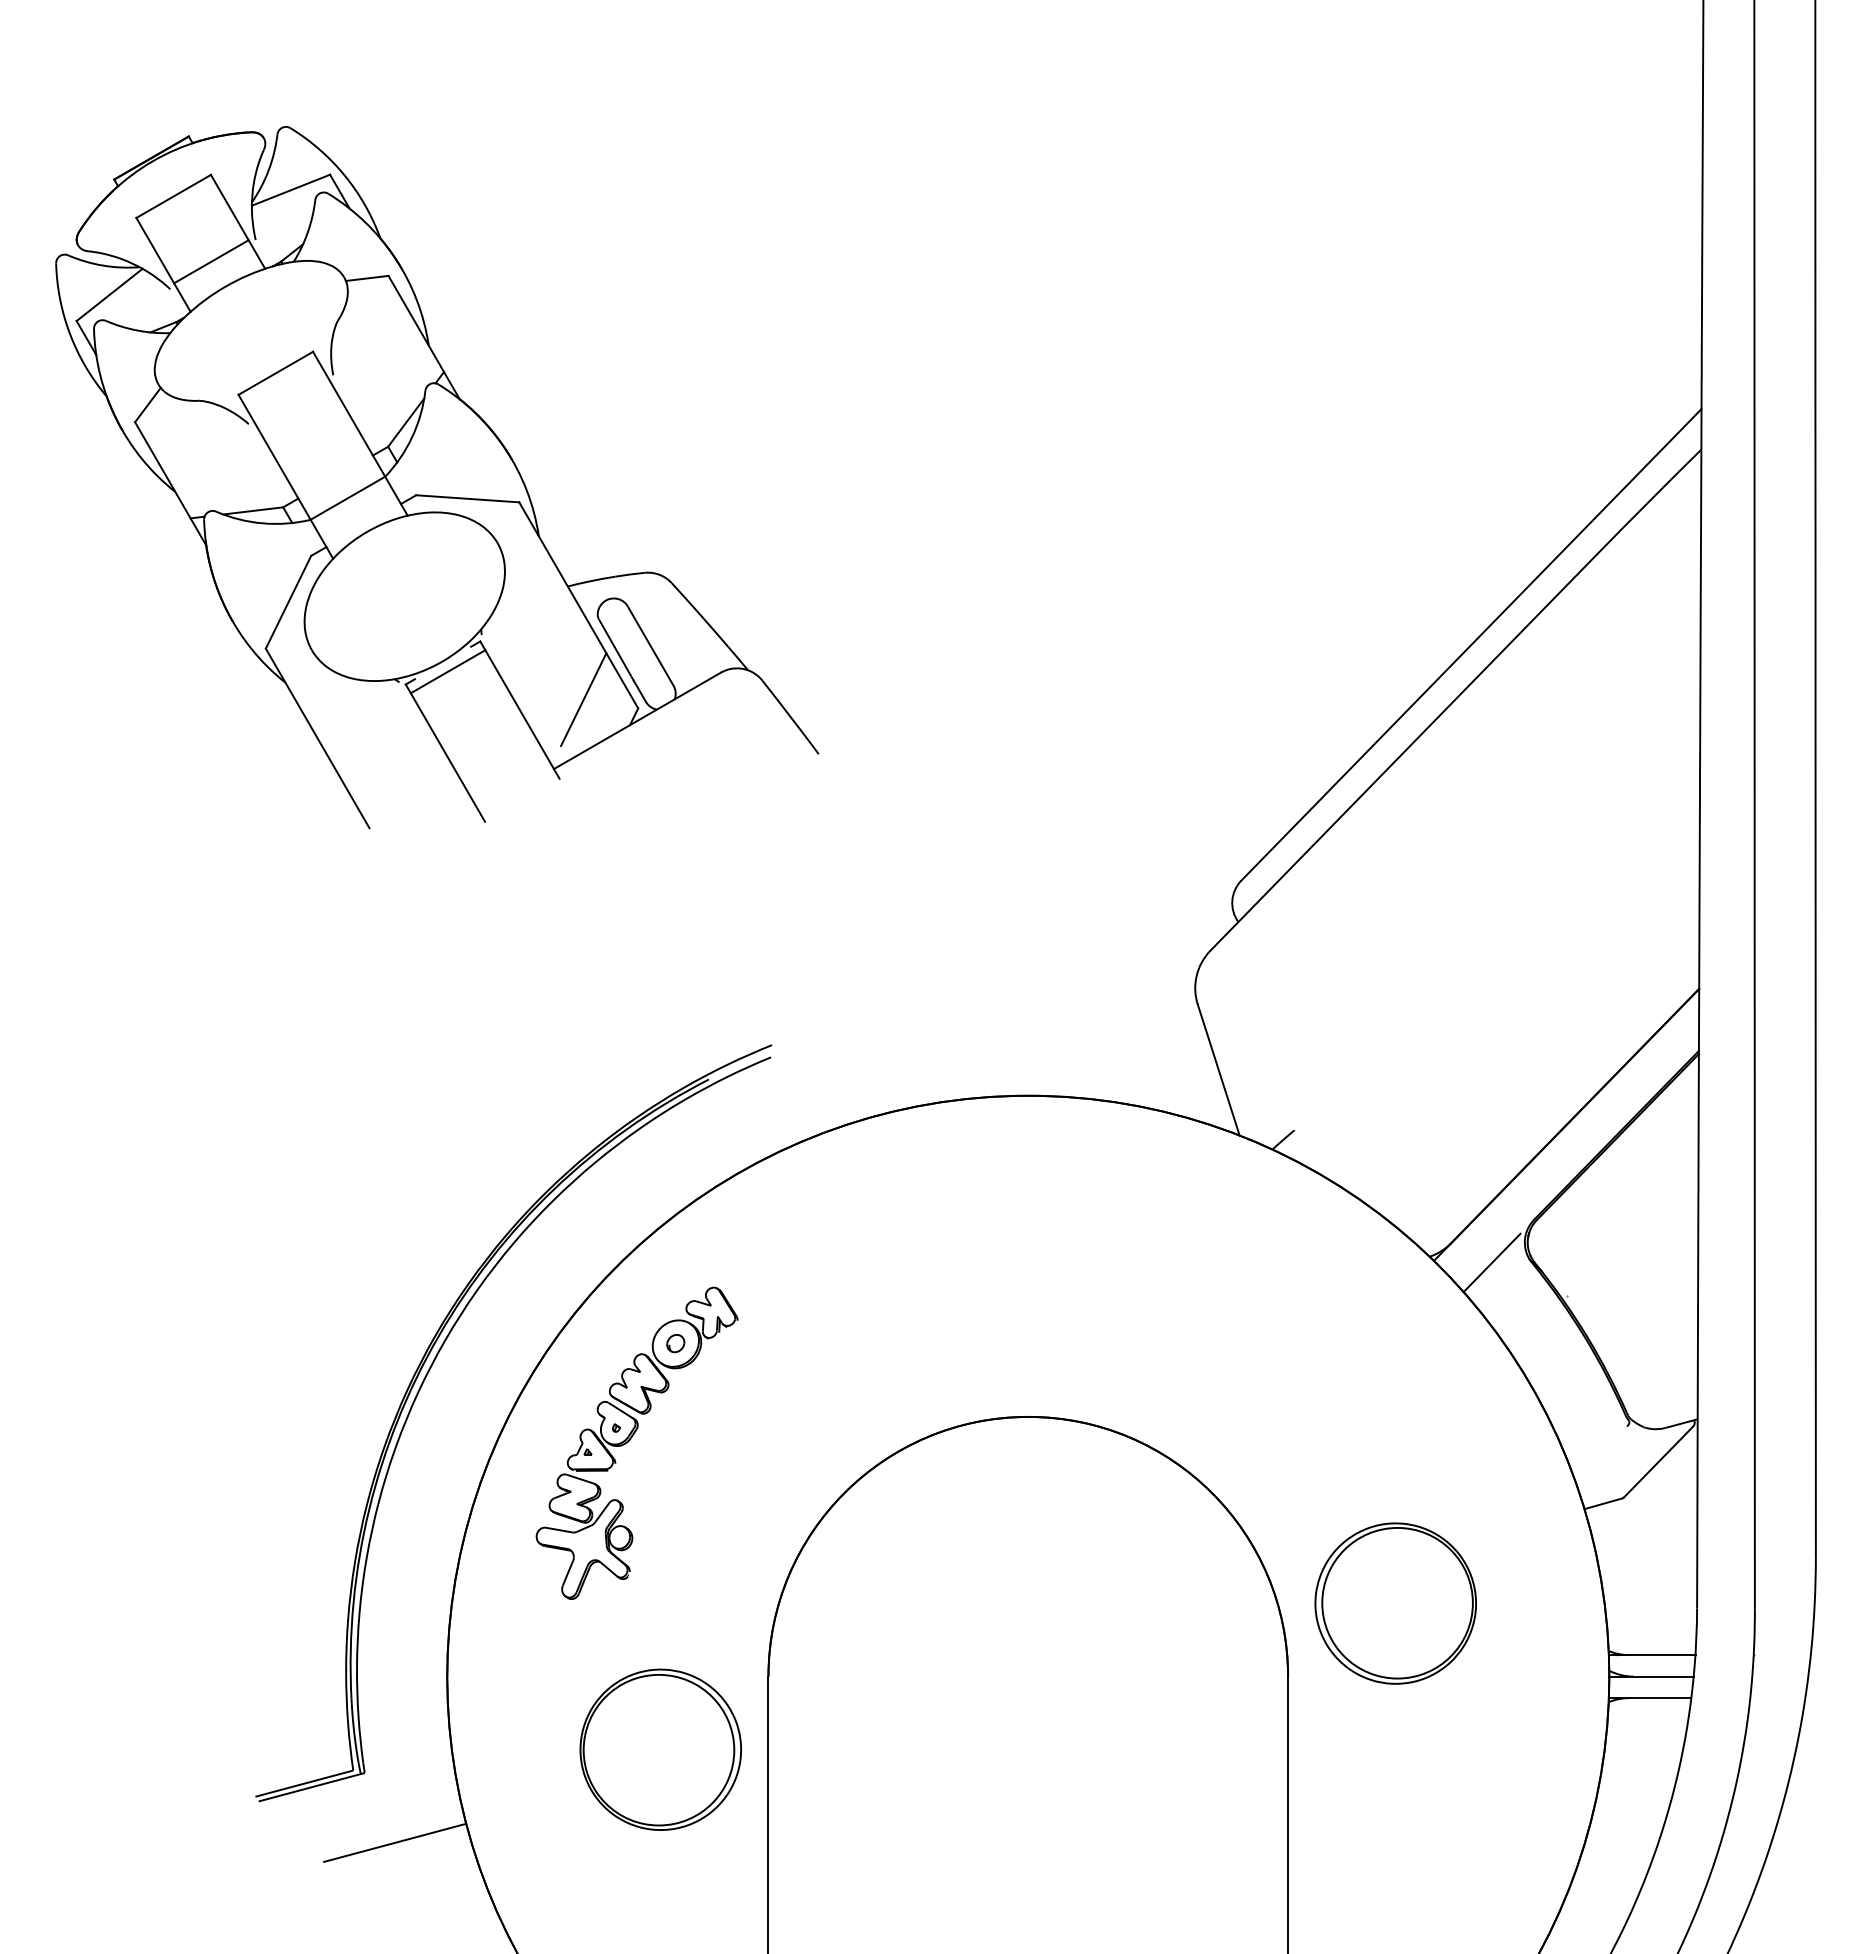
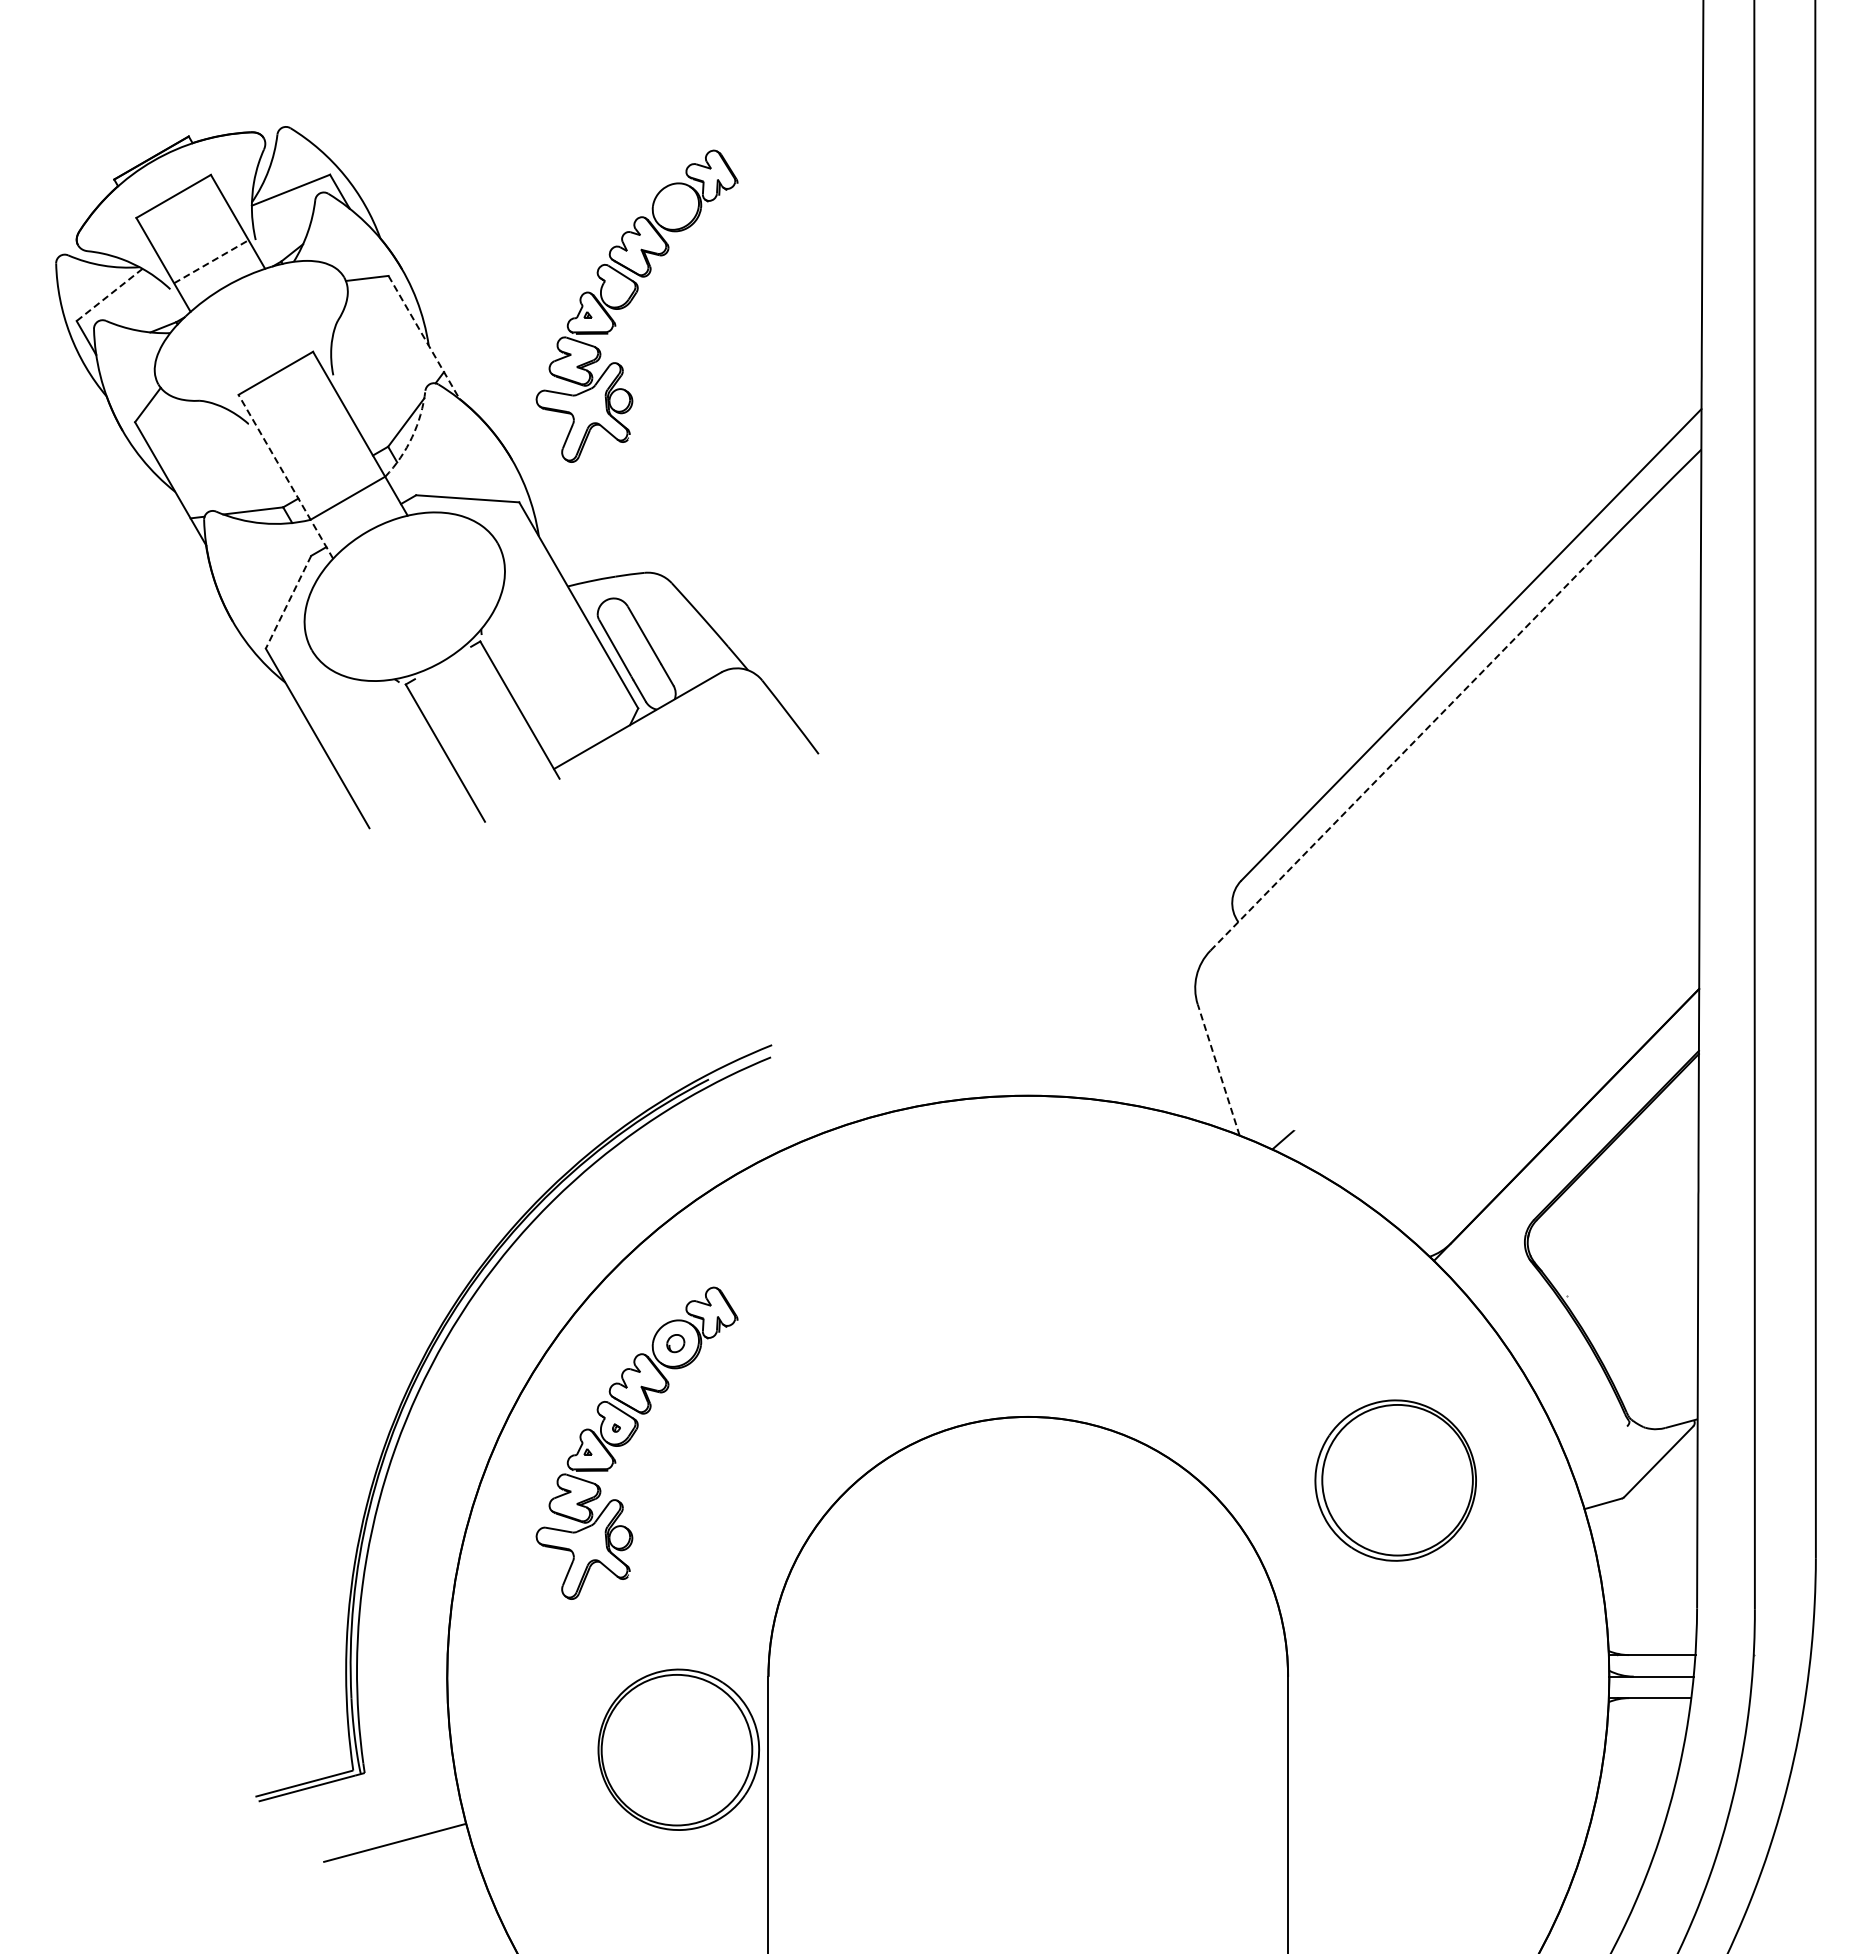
line at (211, 261): solid -> dashed
line at (109, 295): solid -> dashed
part at (636, 305): none -> present
line at (424, 338): solid -> dashed
arc at (412, 437): solid -> dashed
line at (285, 476): solid -> dashed
line at (288, 602): solid -> dashed
line at (447, 671): present -> none
line at (583, 699): present -> none
line at (1403, 752): solid -> dashed
line at (1218, 1070): solid -> dashed
line at (1491, 1262): present -> none
part at (1395, 1603) position: (1395, 1603) -> (1395, 1480)
part at (660, 1749) position: (660, 1749) -> (678, 1749)
